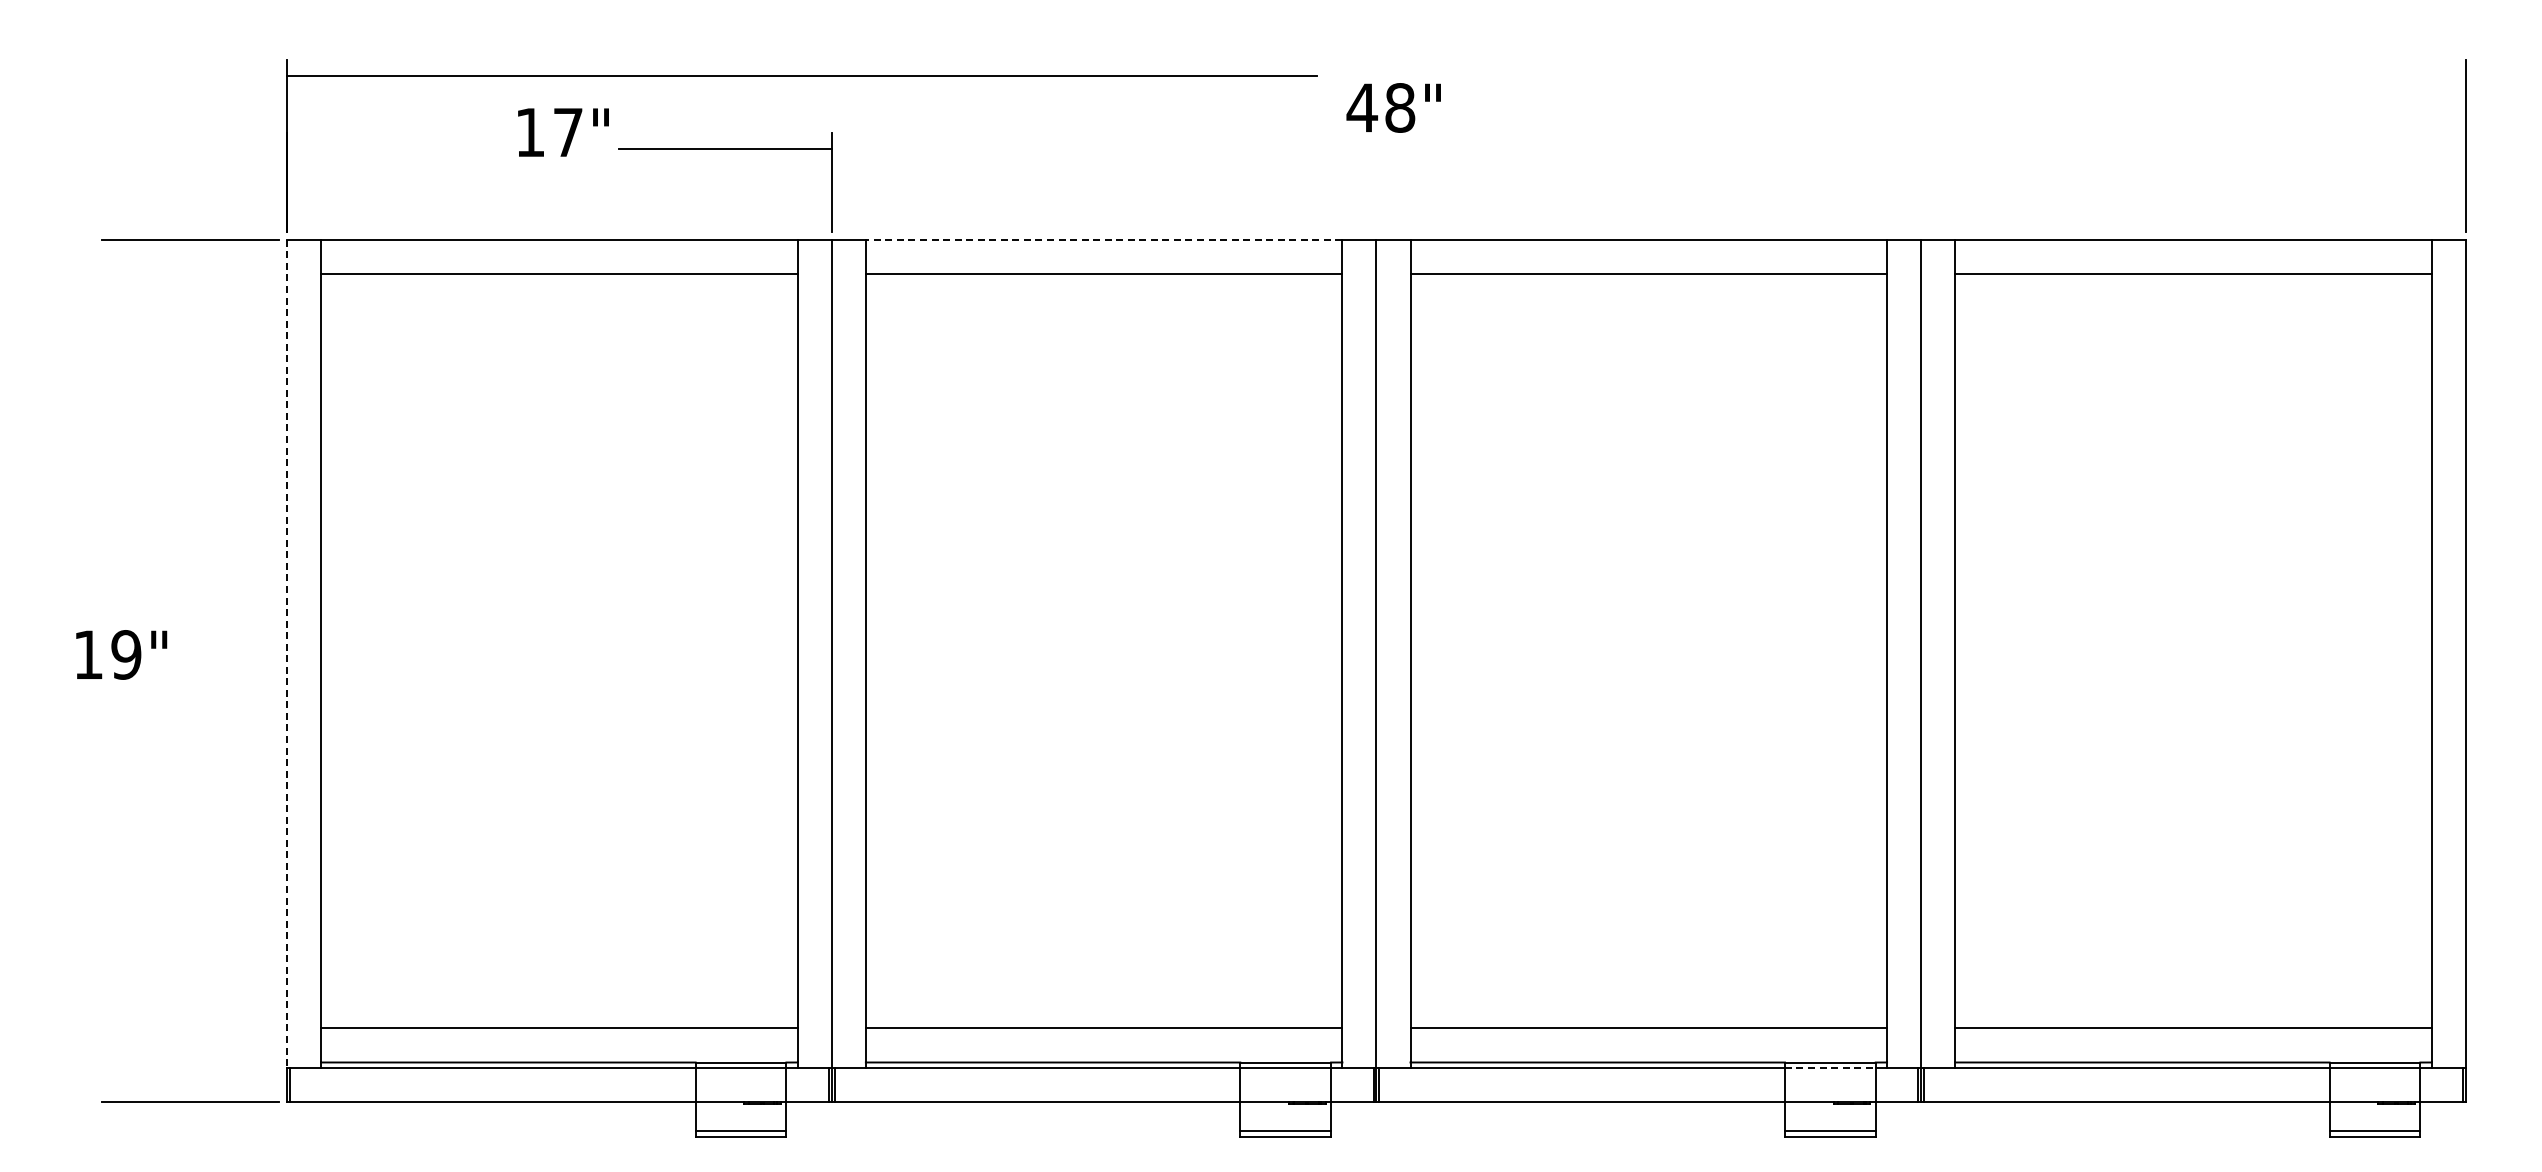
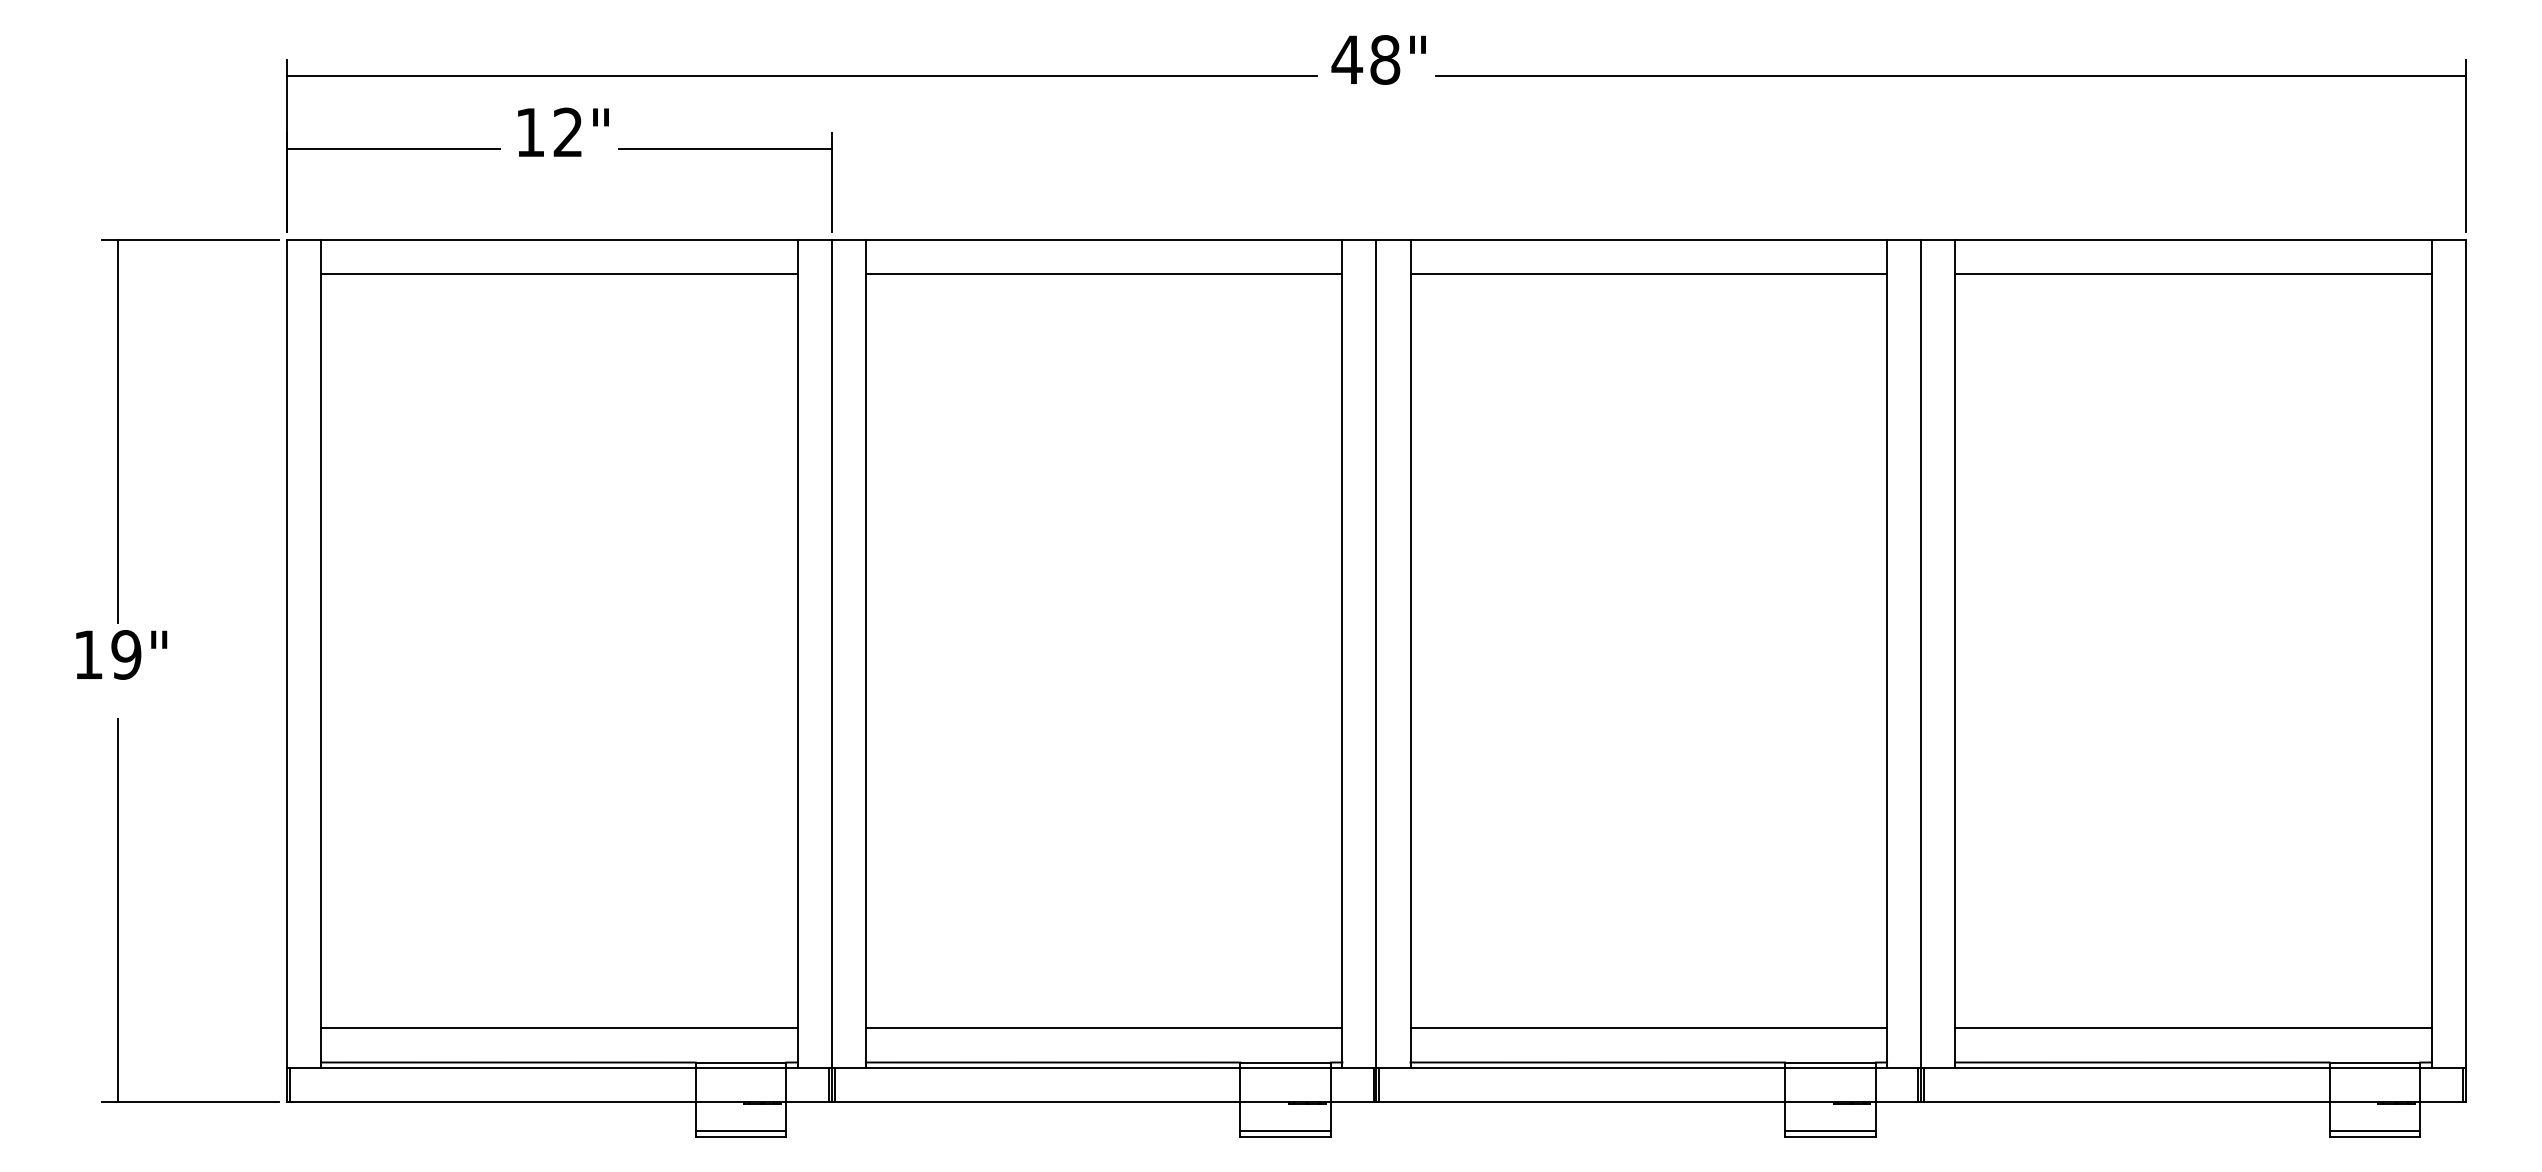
line at (1950, 76): none -> present
text at (1393, 107) position: (1393, 107) -> (1378, 59)
text at (567, 131): 17" -> 12"
line at (393, 148): none -> present
line at (1103, 239): dashed -> solid
line at (117, 431): none -> present
line at (287, 654): dashed -> solid
line at (117, 910): none -> present
line at (1830, 1068): dashed -> solid
